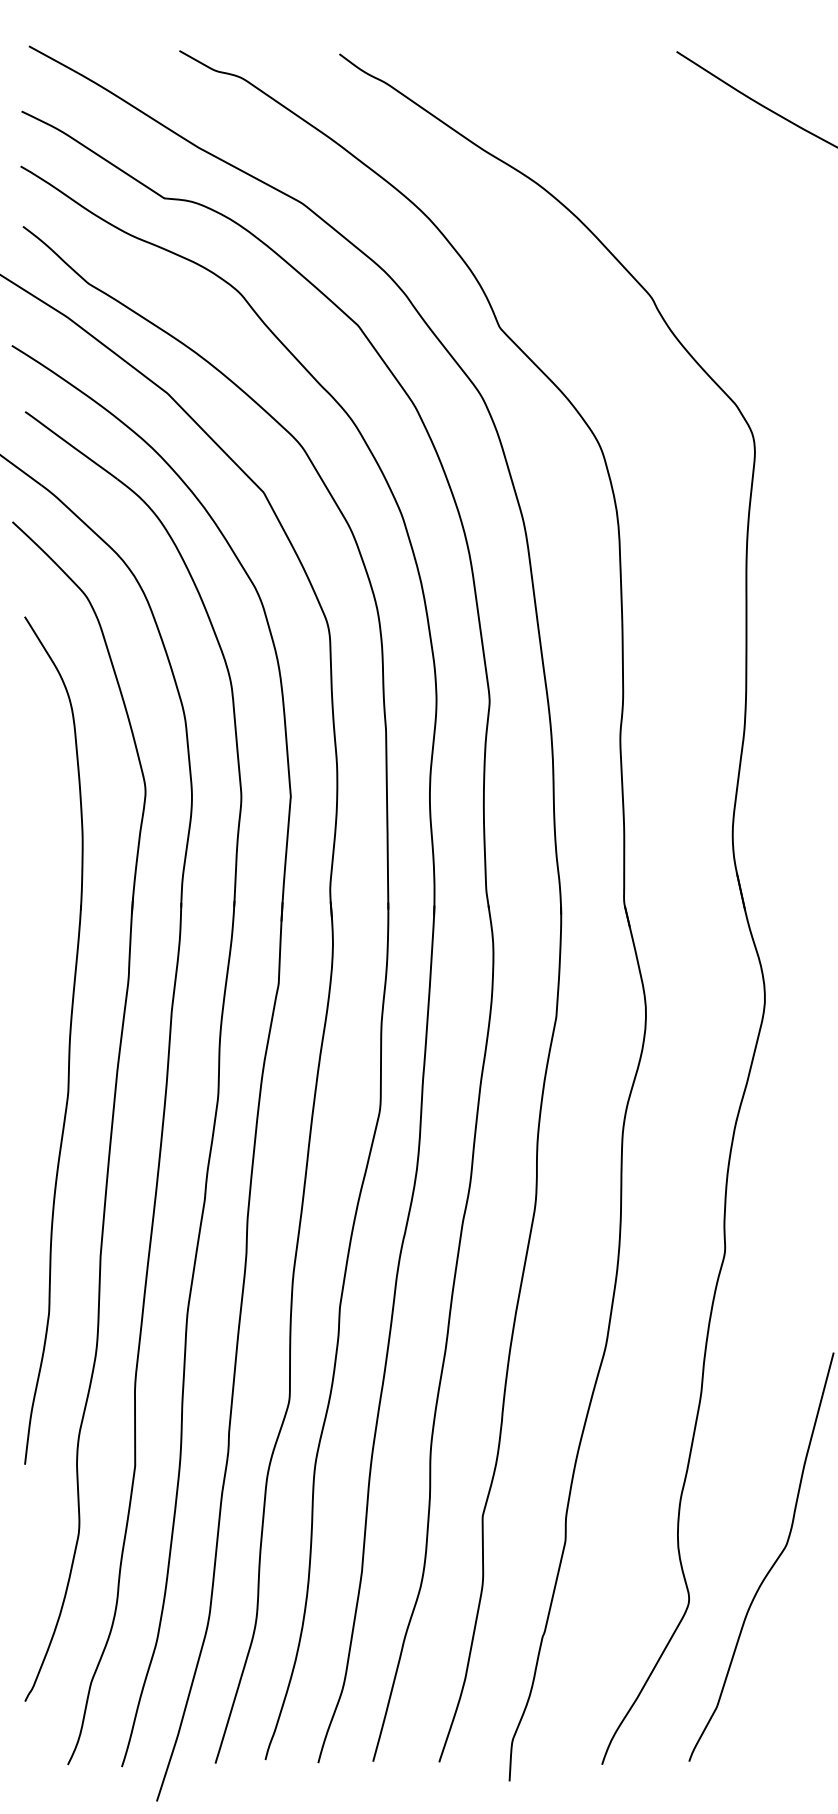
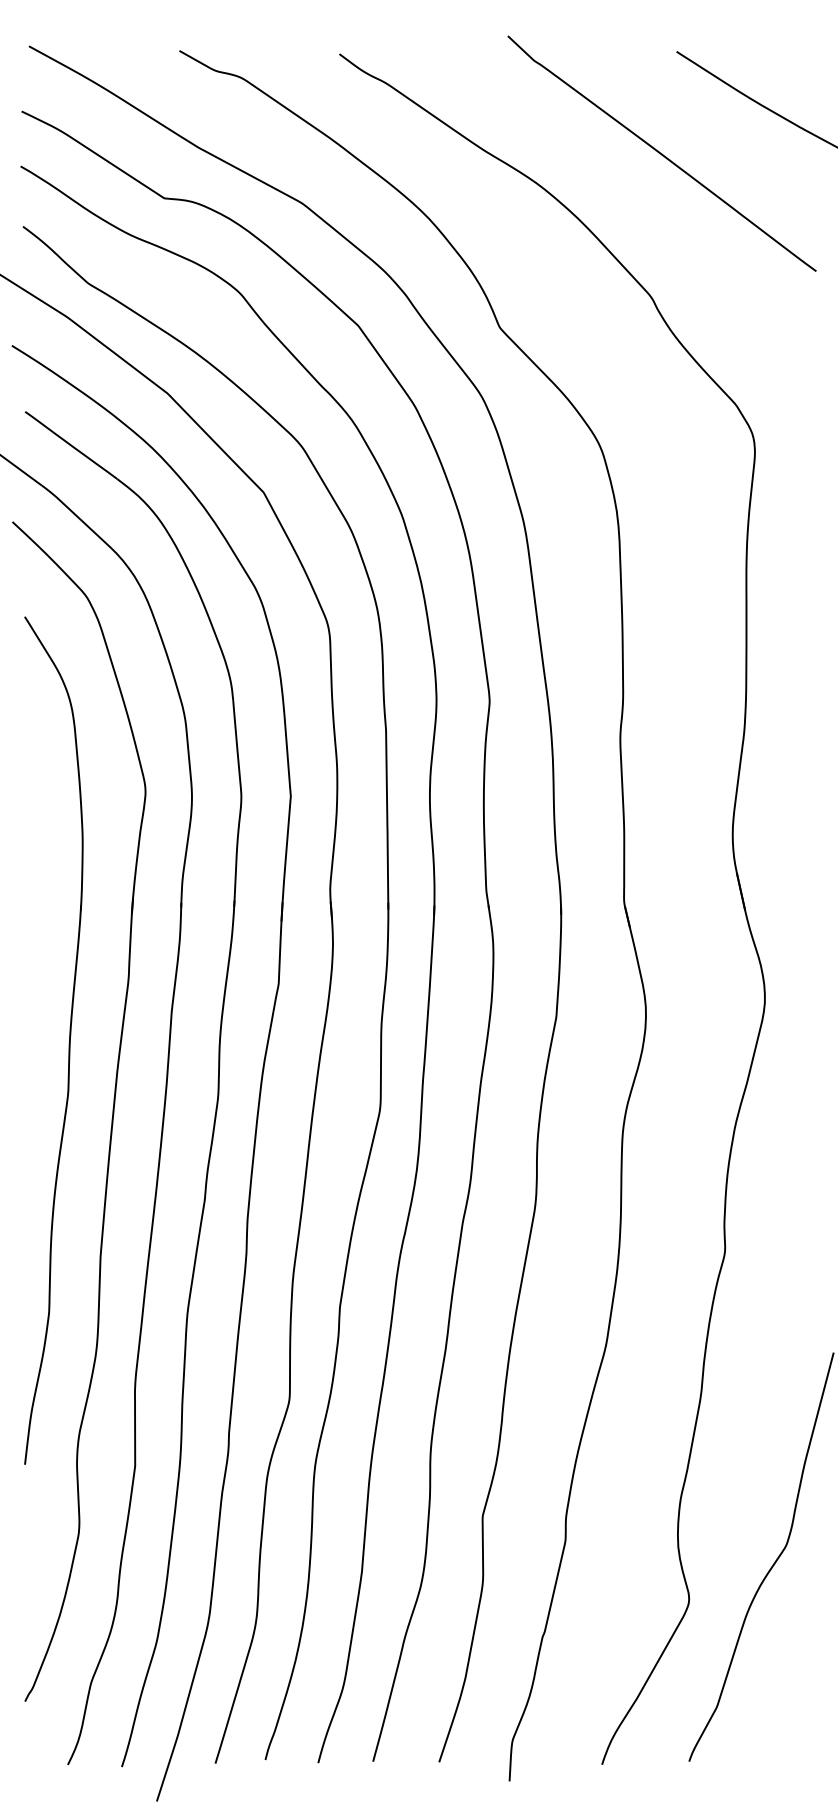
curve at (661, 153): none -> present
